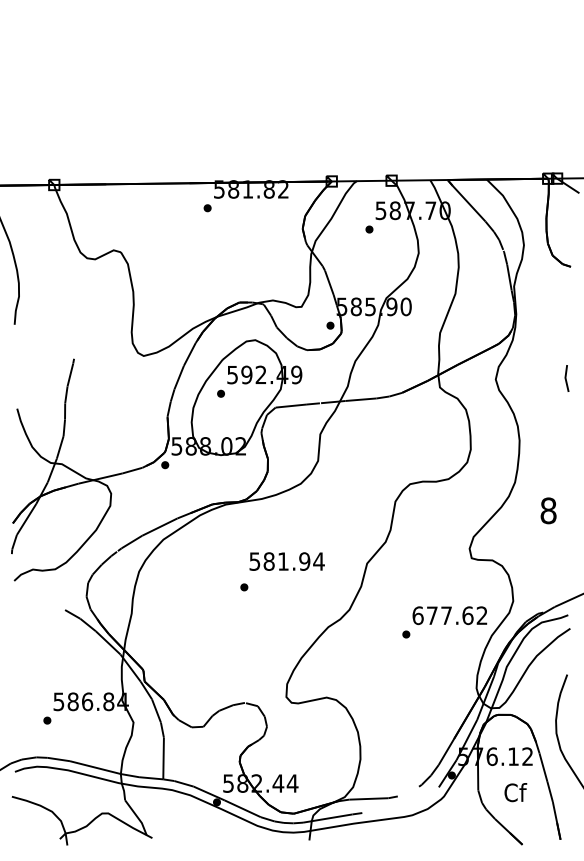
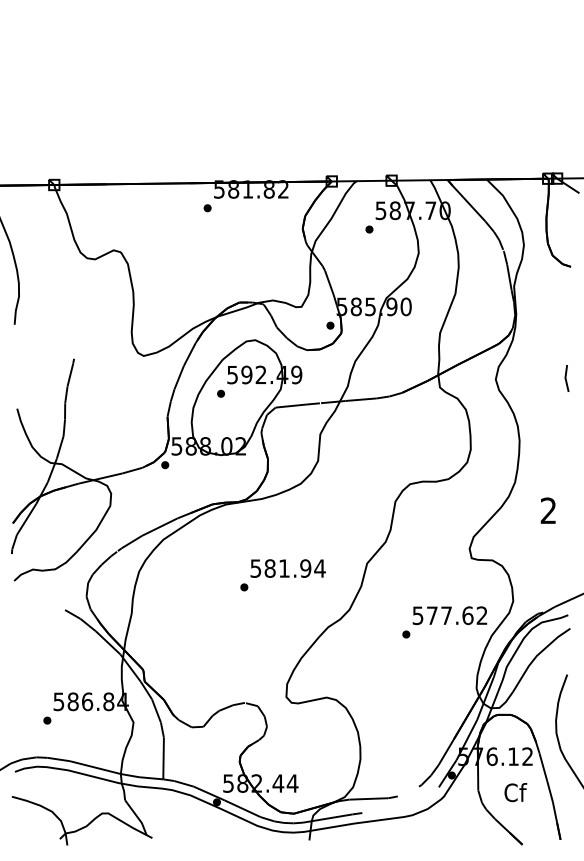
text at (548, 510): 8 -> 2
text at (286, 561) position: (286, 561) -> (287, 568)
text at (417, 615): 677.62 -> 577.62
